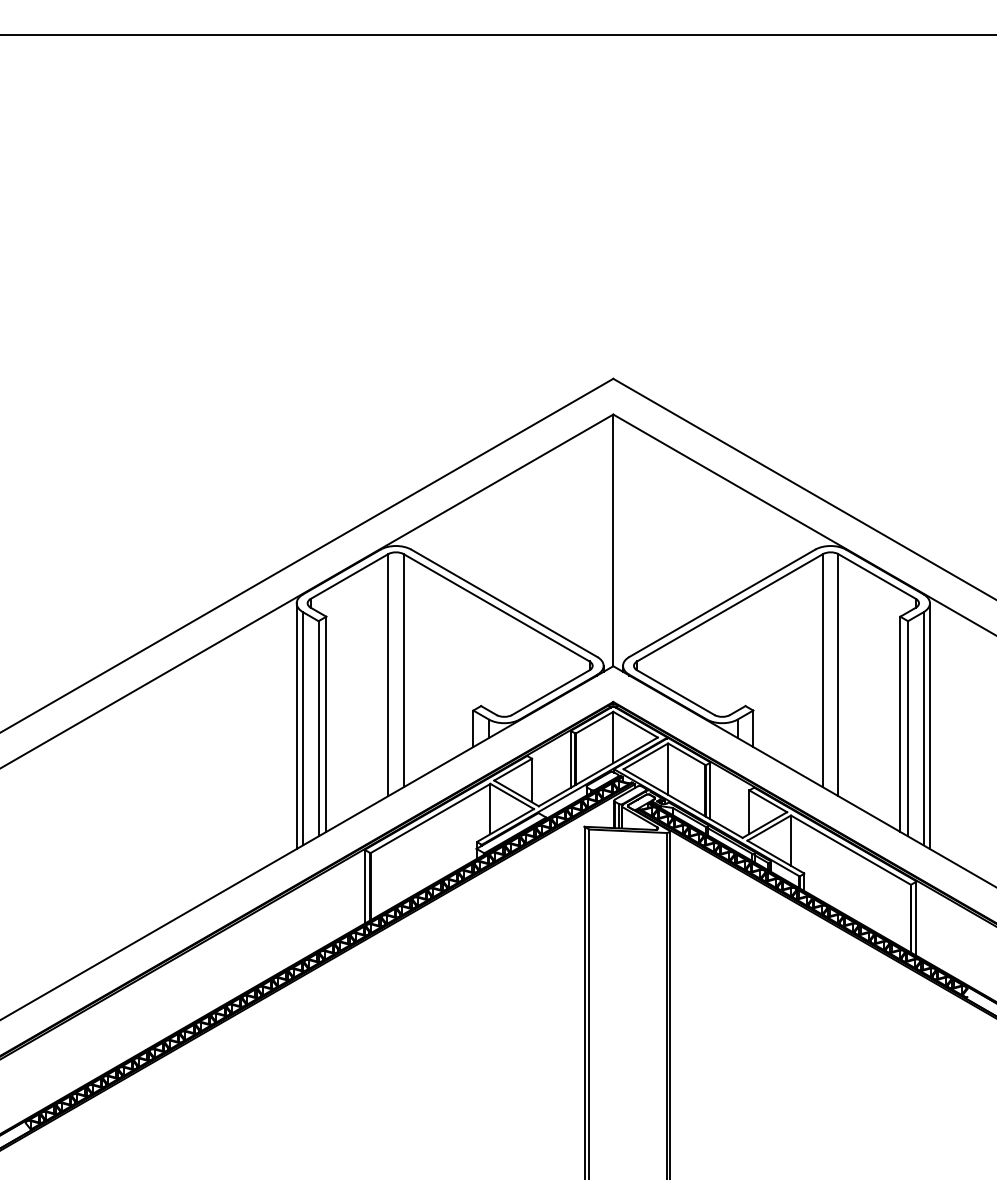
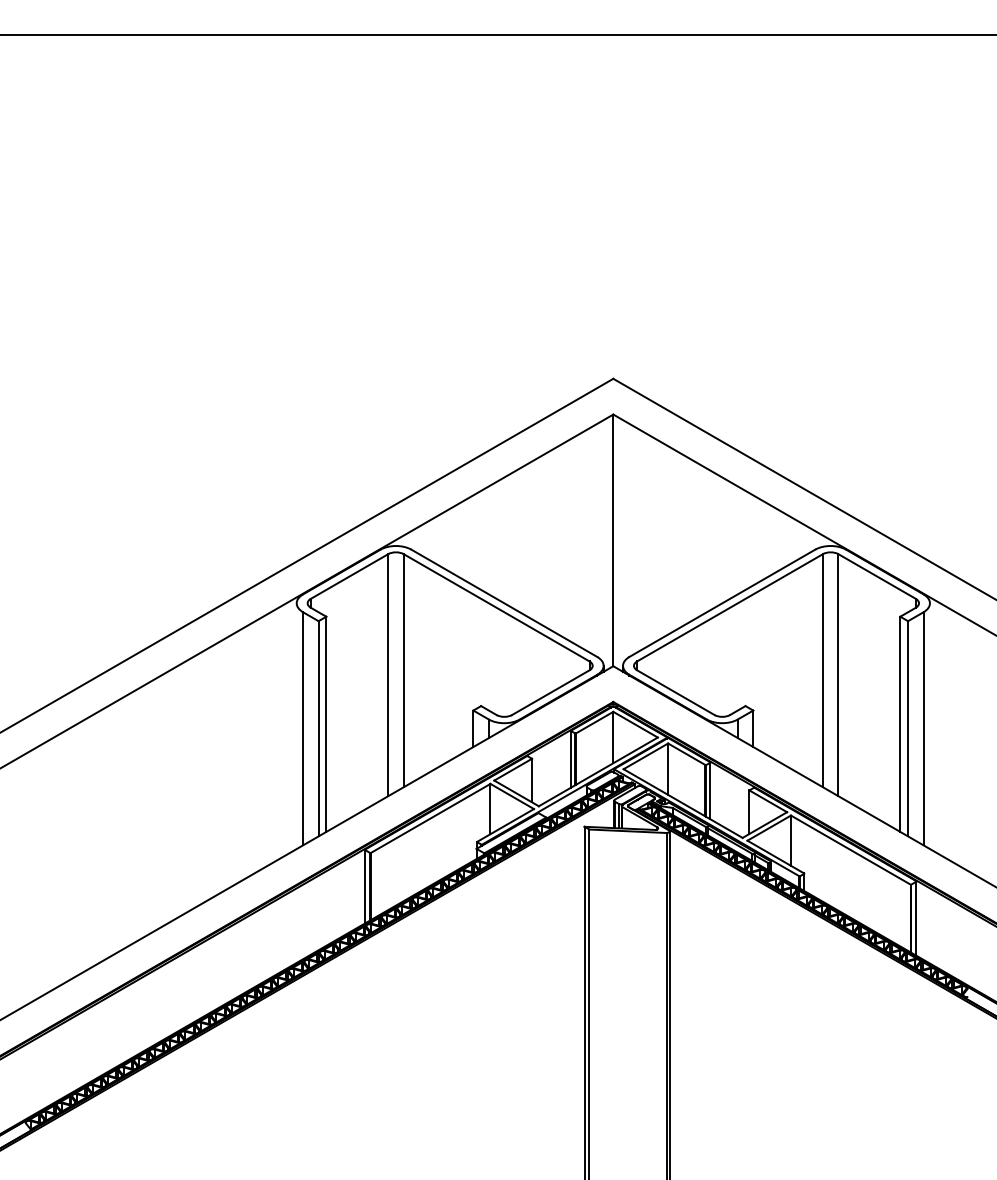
line at (296, 726): present -> none
line at (929, 726): present -> none
